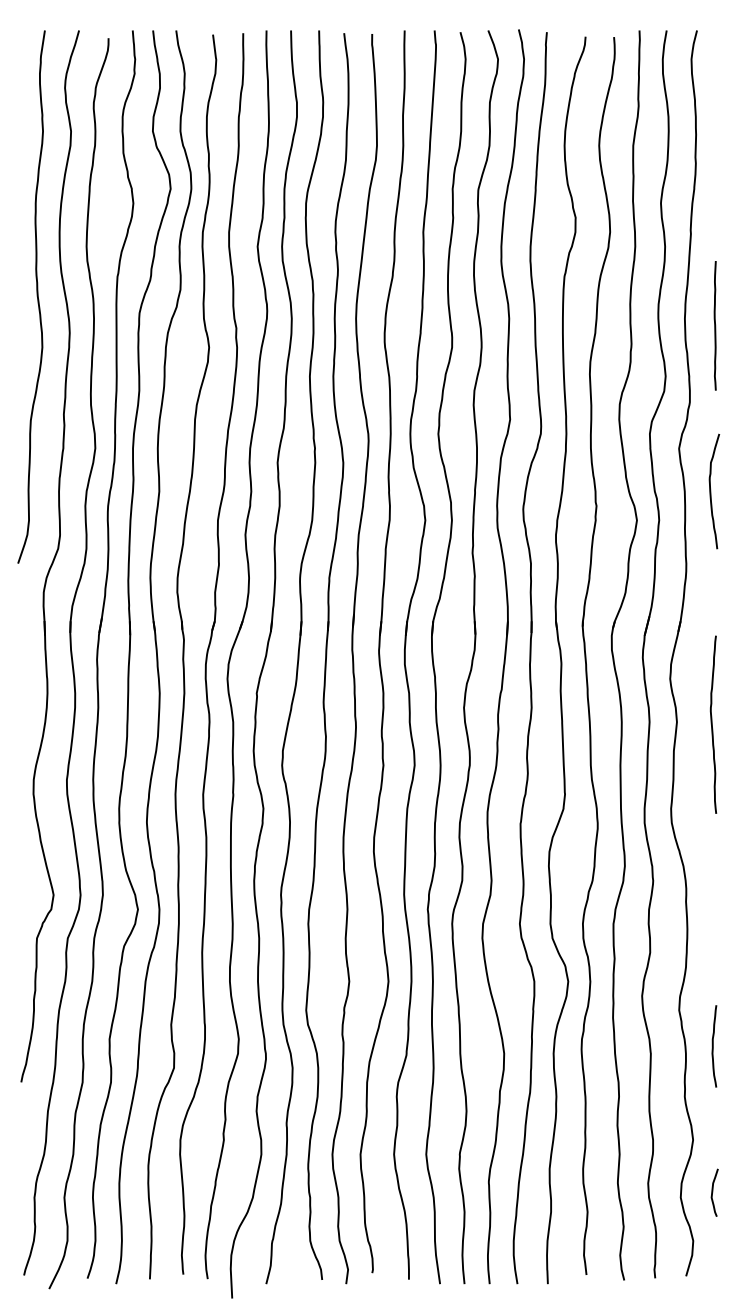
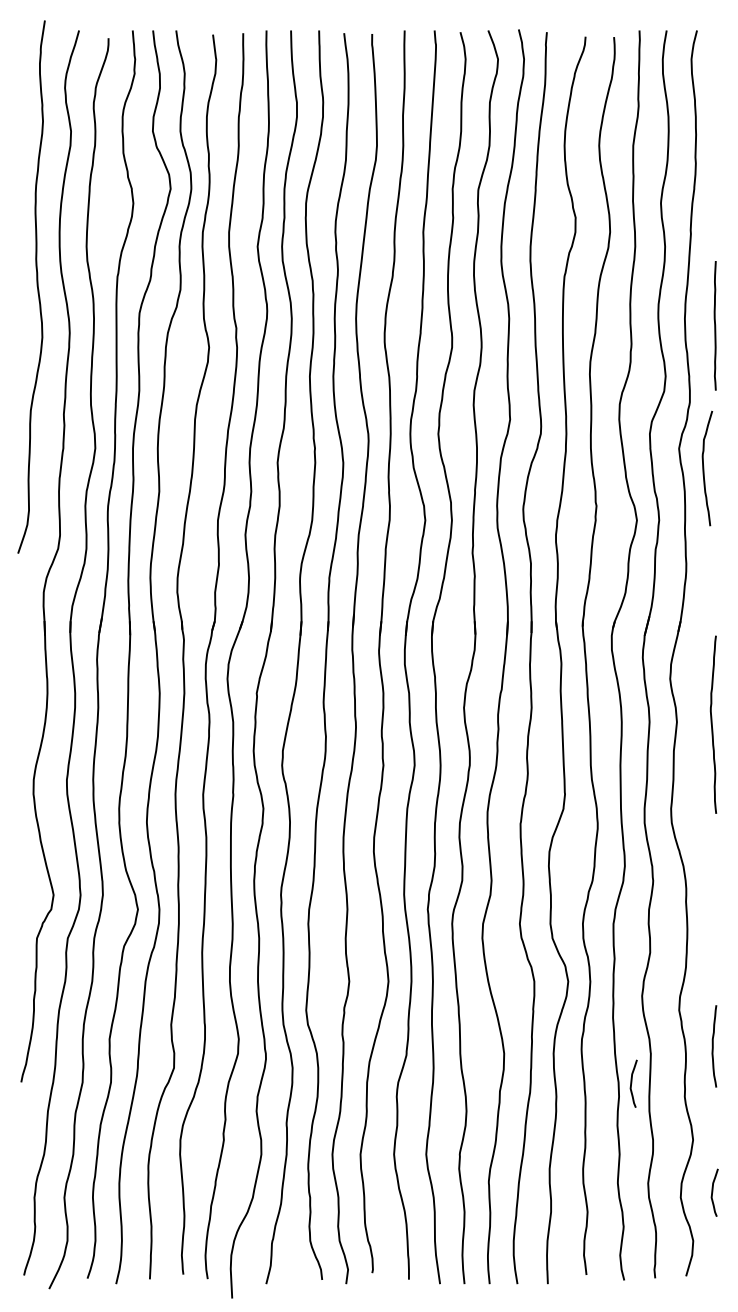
curve at (36, 296) position: (36, 296) -> (36, 286)
curve at (711, 491) position: (711, 491) -> (704, 468)
curve at (632, 1083): none -> present
